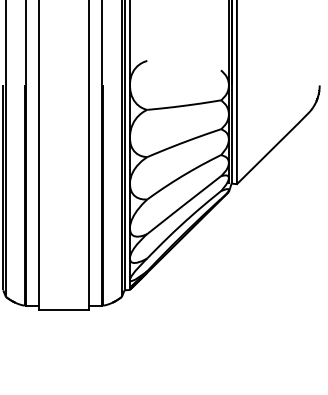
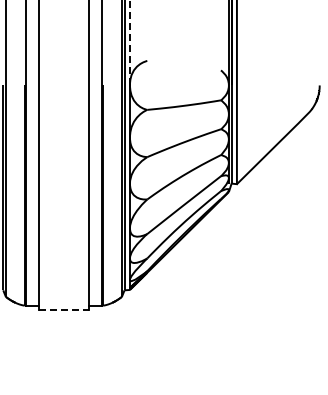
line at (129, 42): solid -> dashed
line at (64, 309): solid -> dashed
